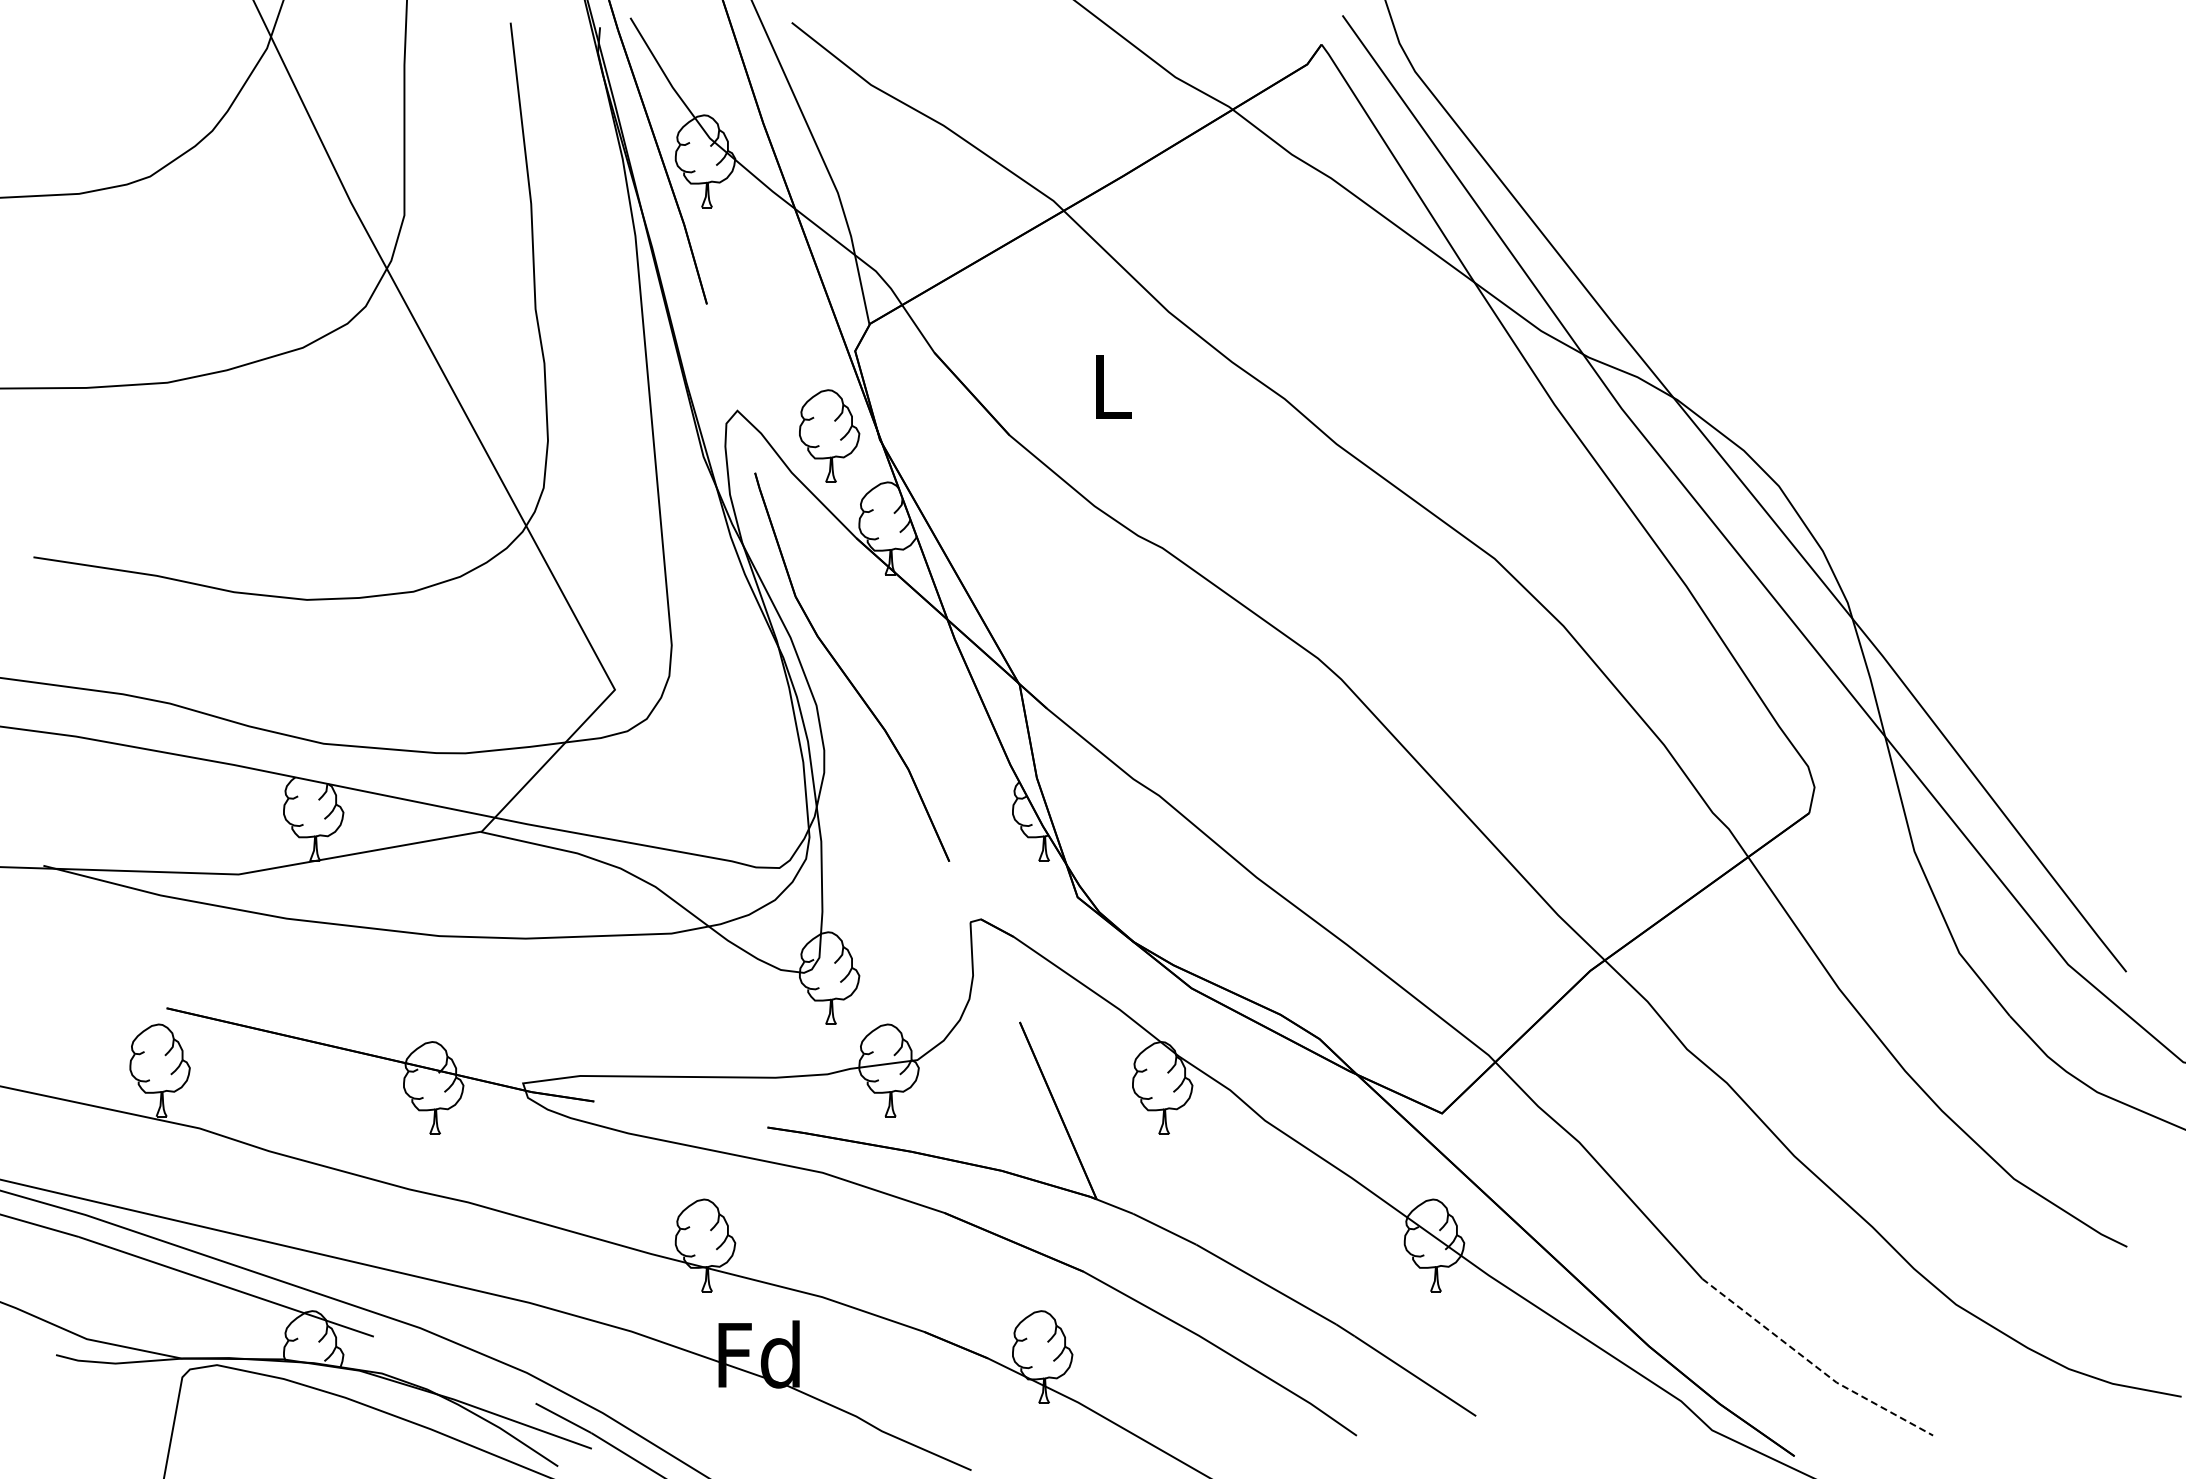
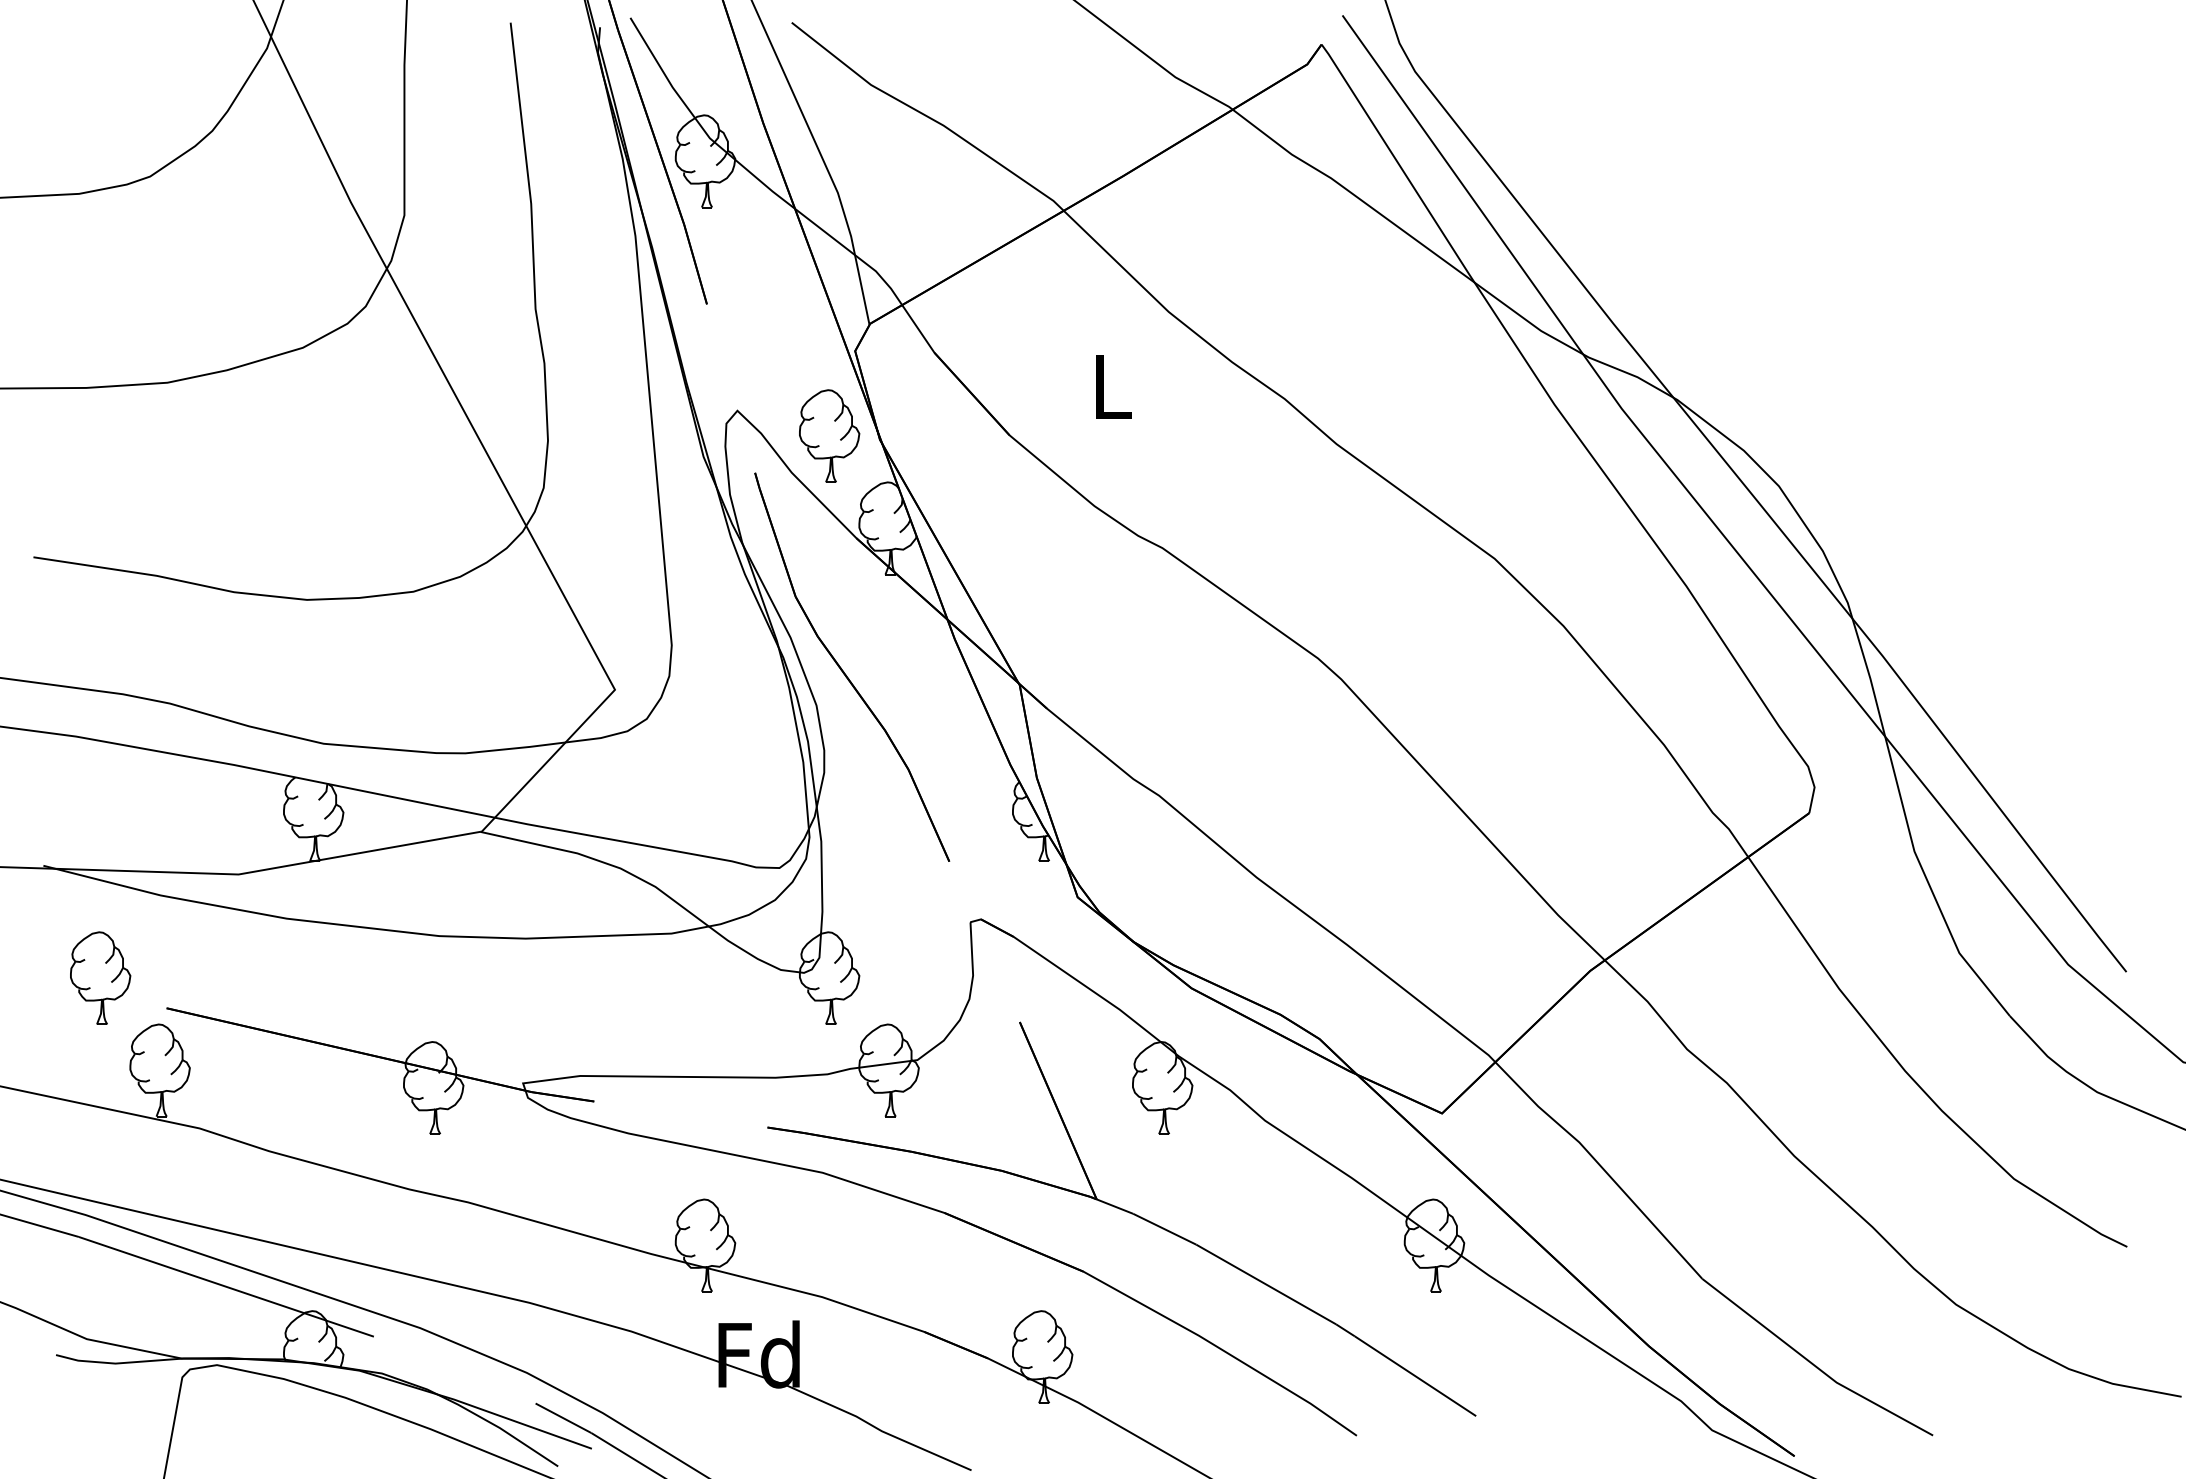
part at (100, 977): none -> present
line at (1813, 1364): dashed -> solid
